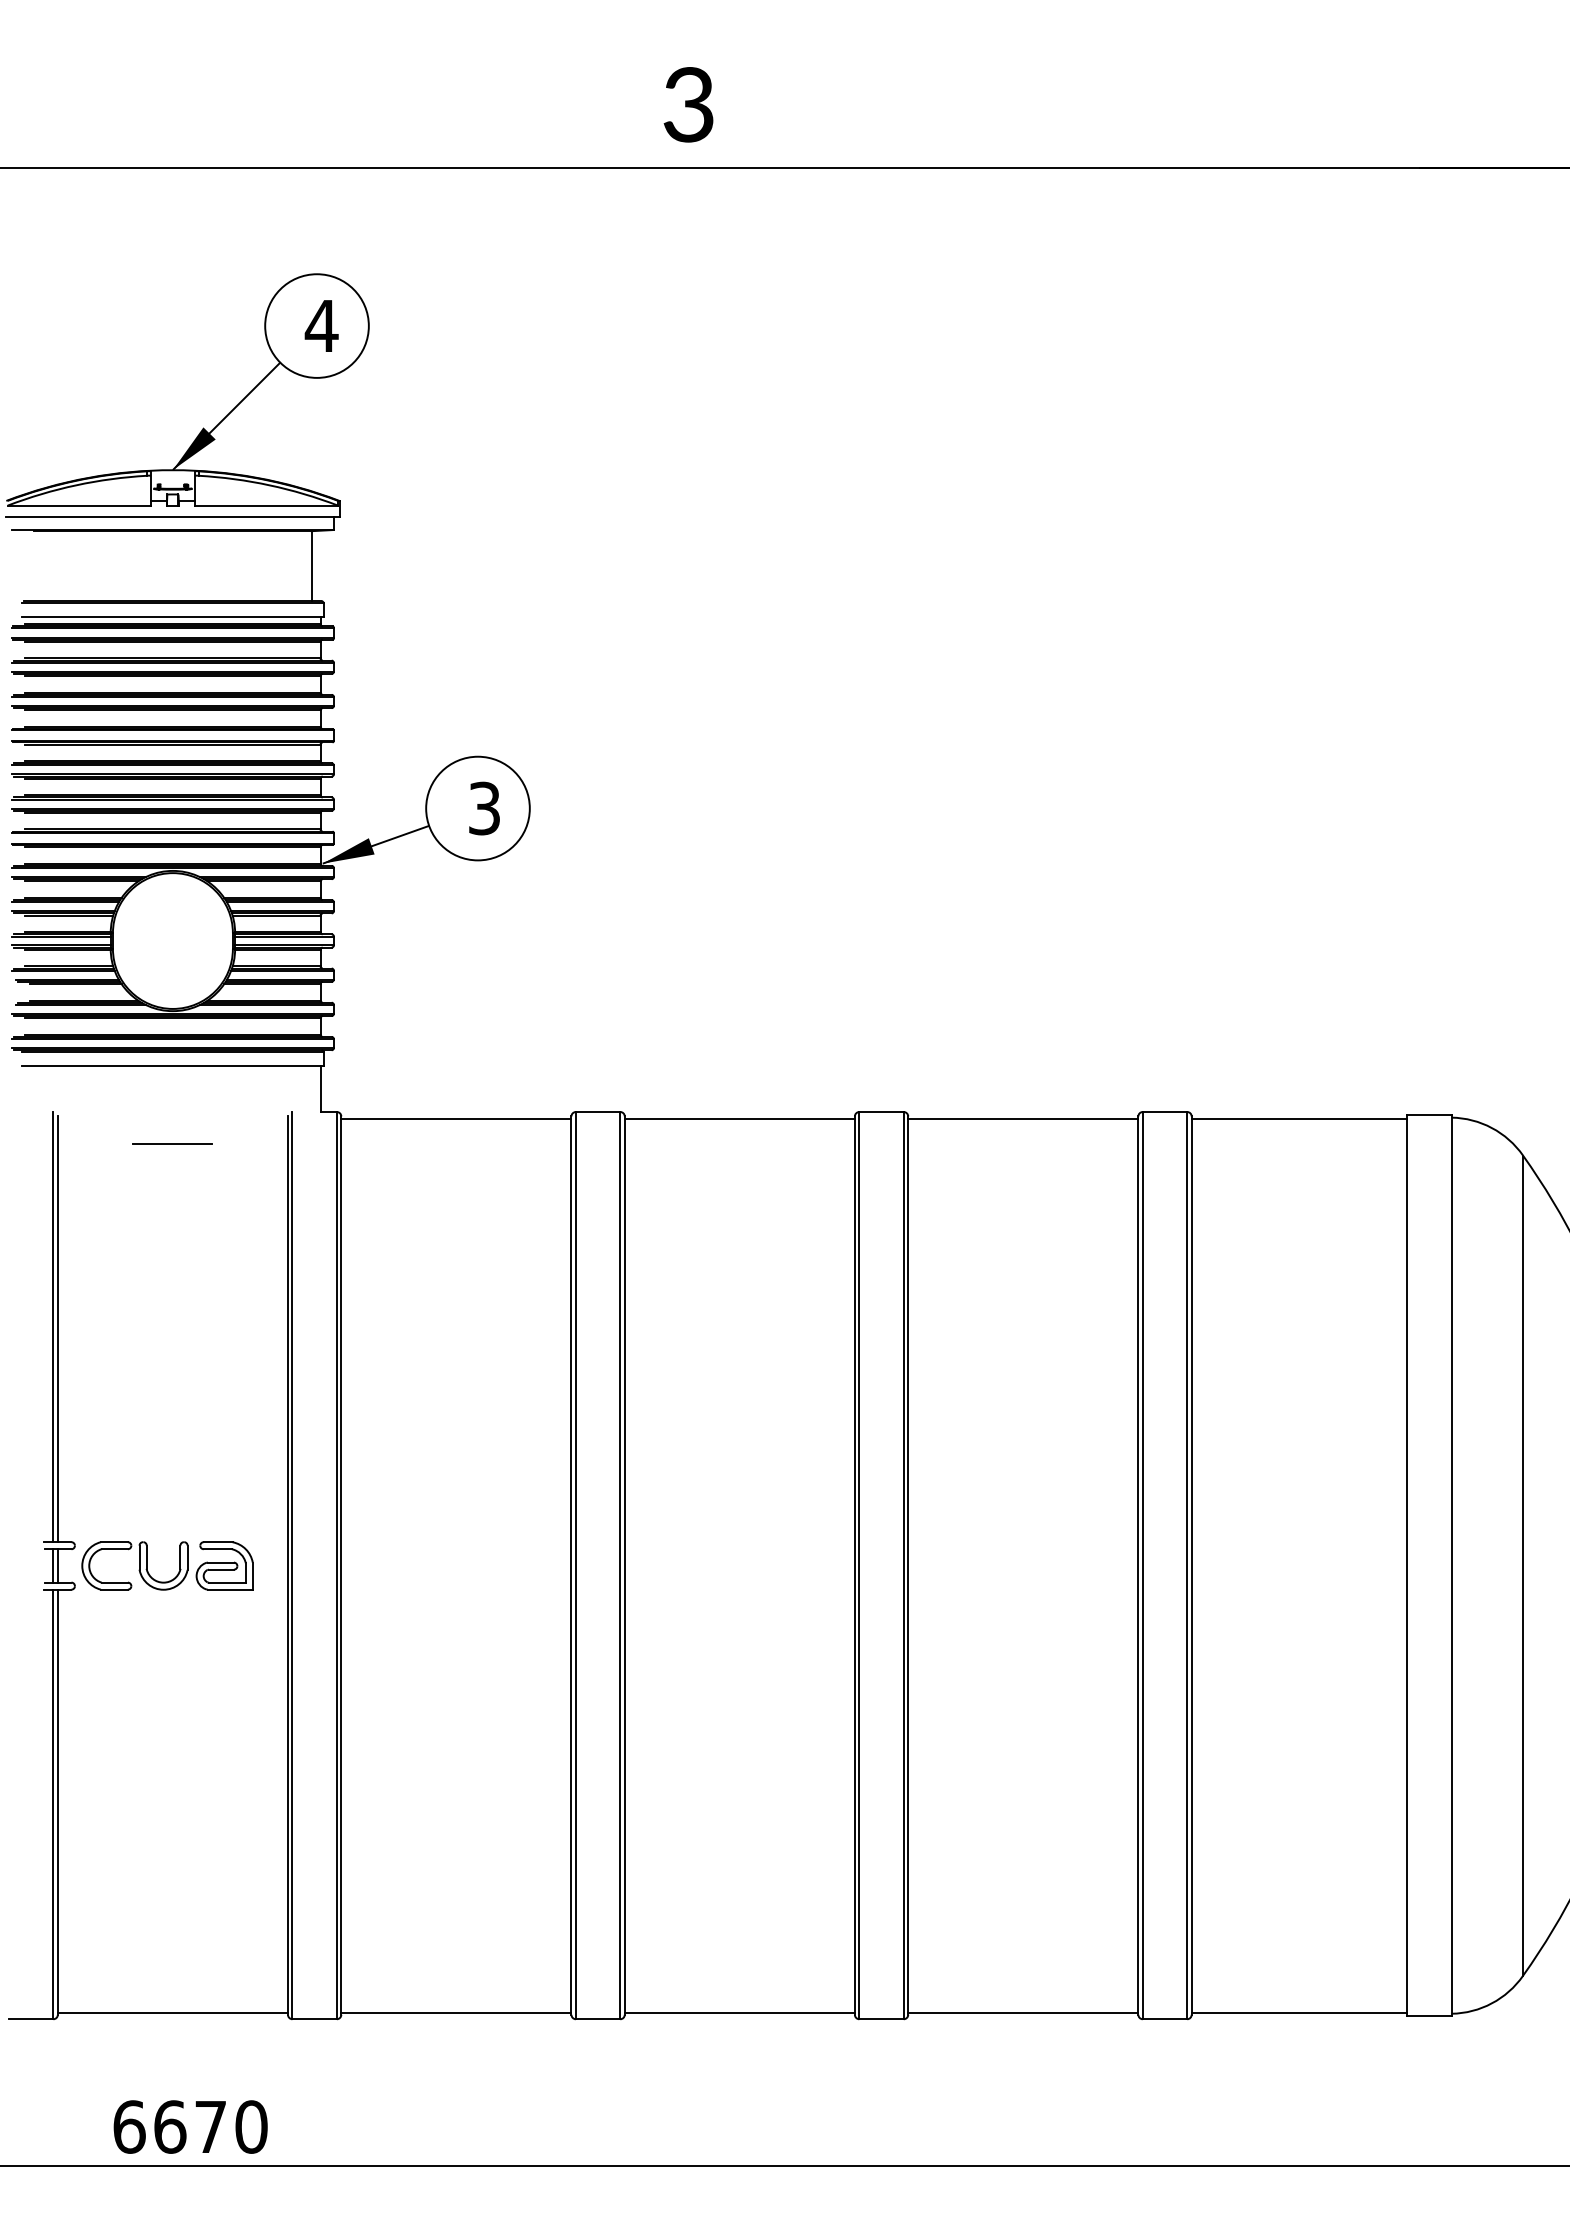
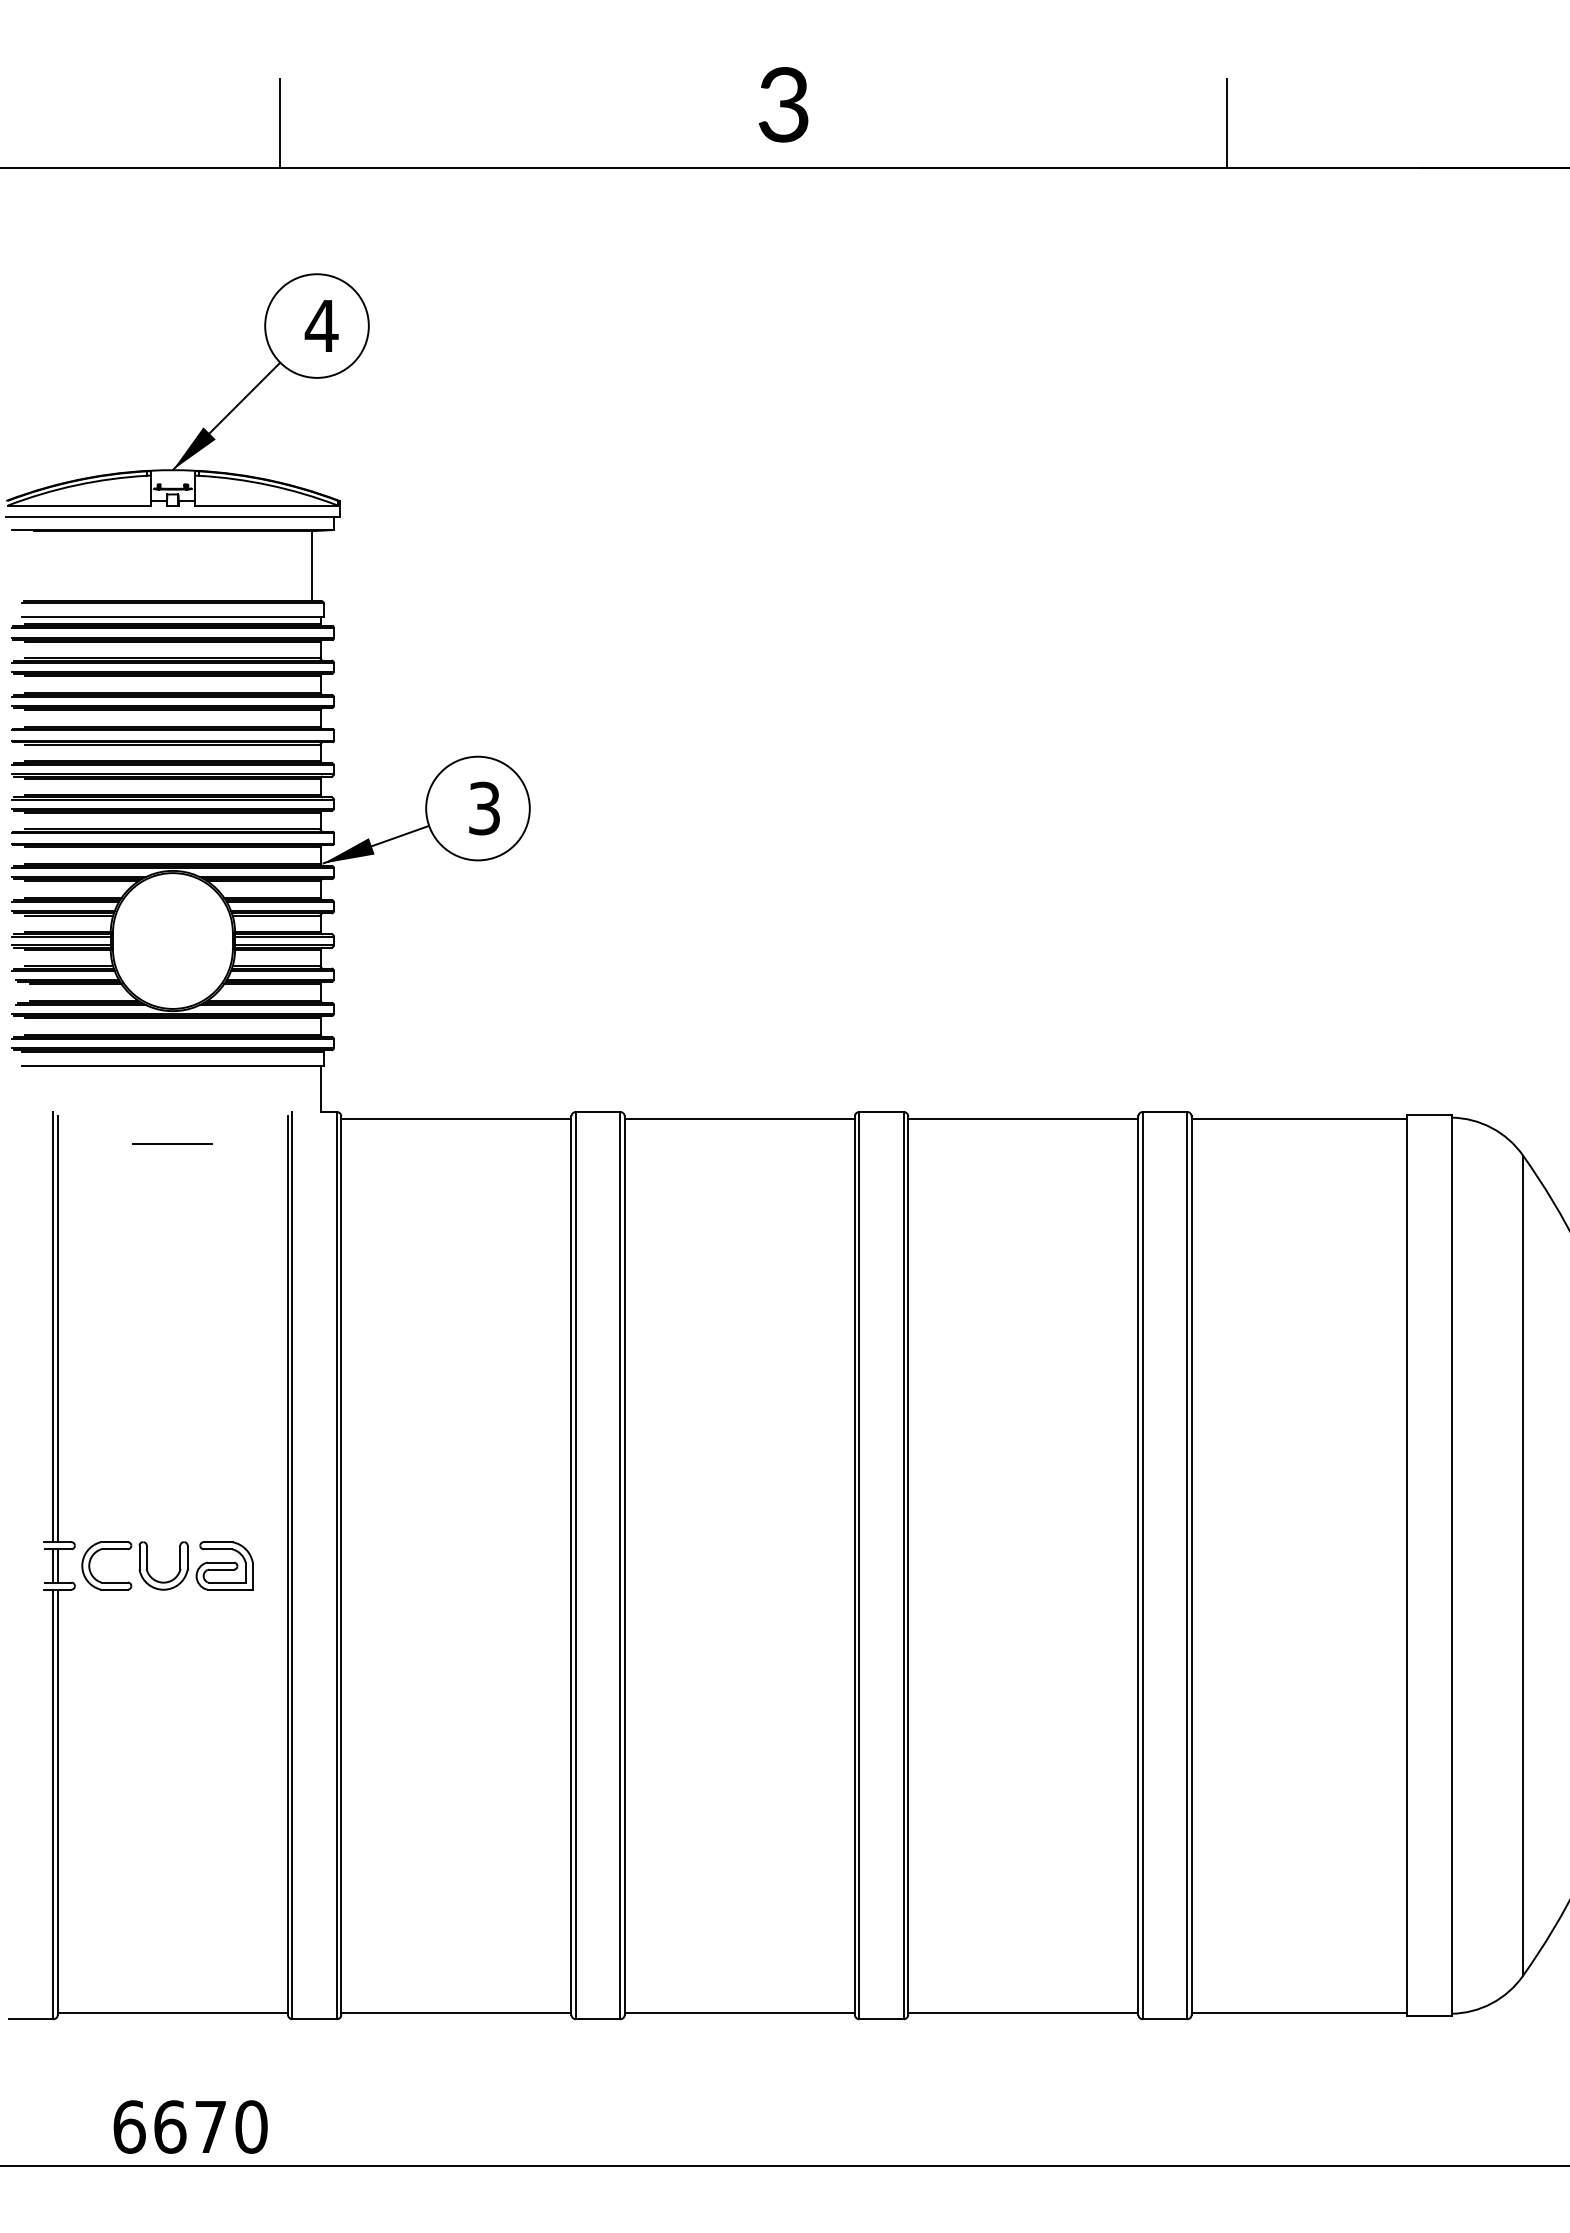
text at (688, 104) position: (688, 104) -> (783, 104)
line at (279, 123): none -> present
line at (1227, 123): none -> present
